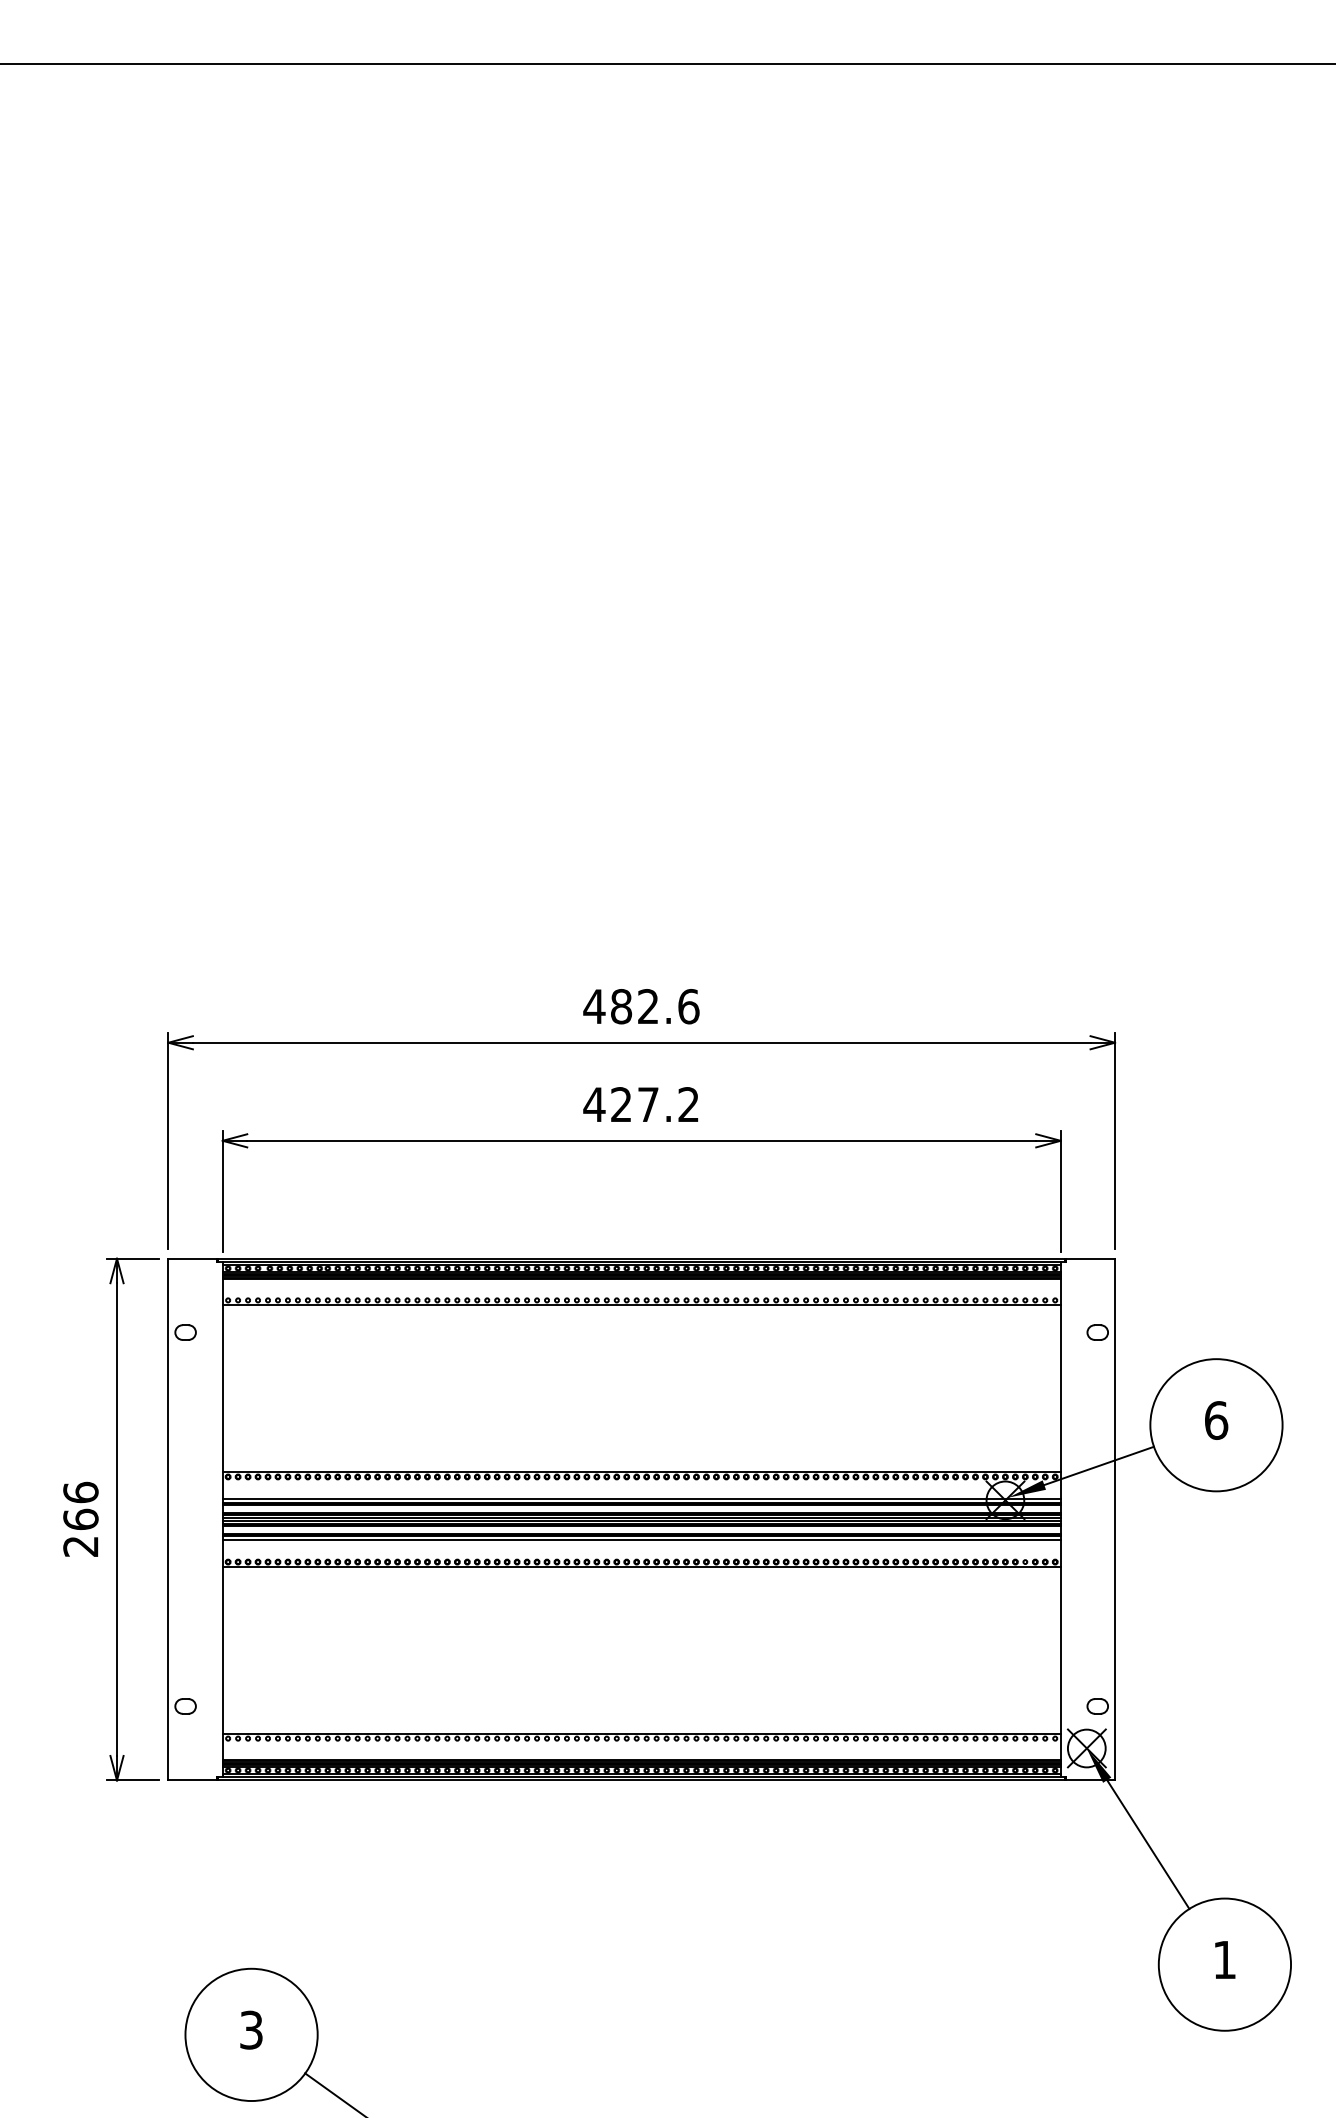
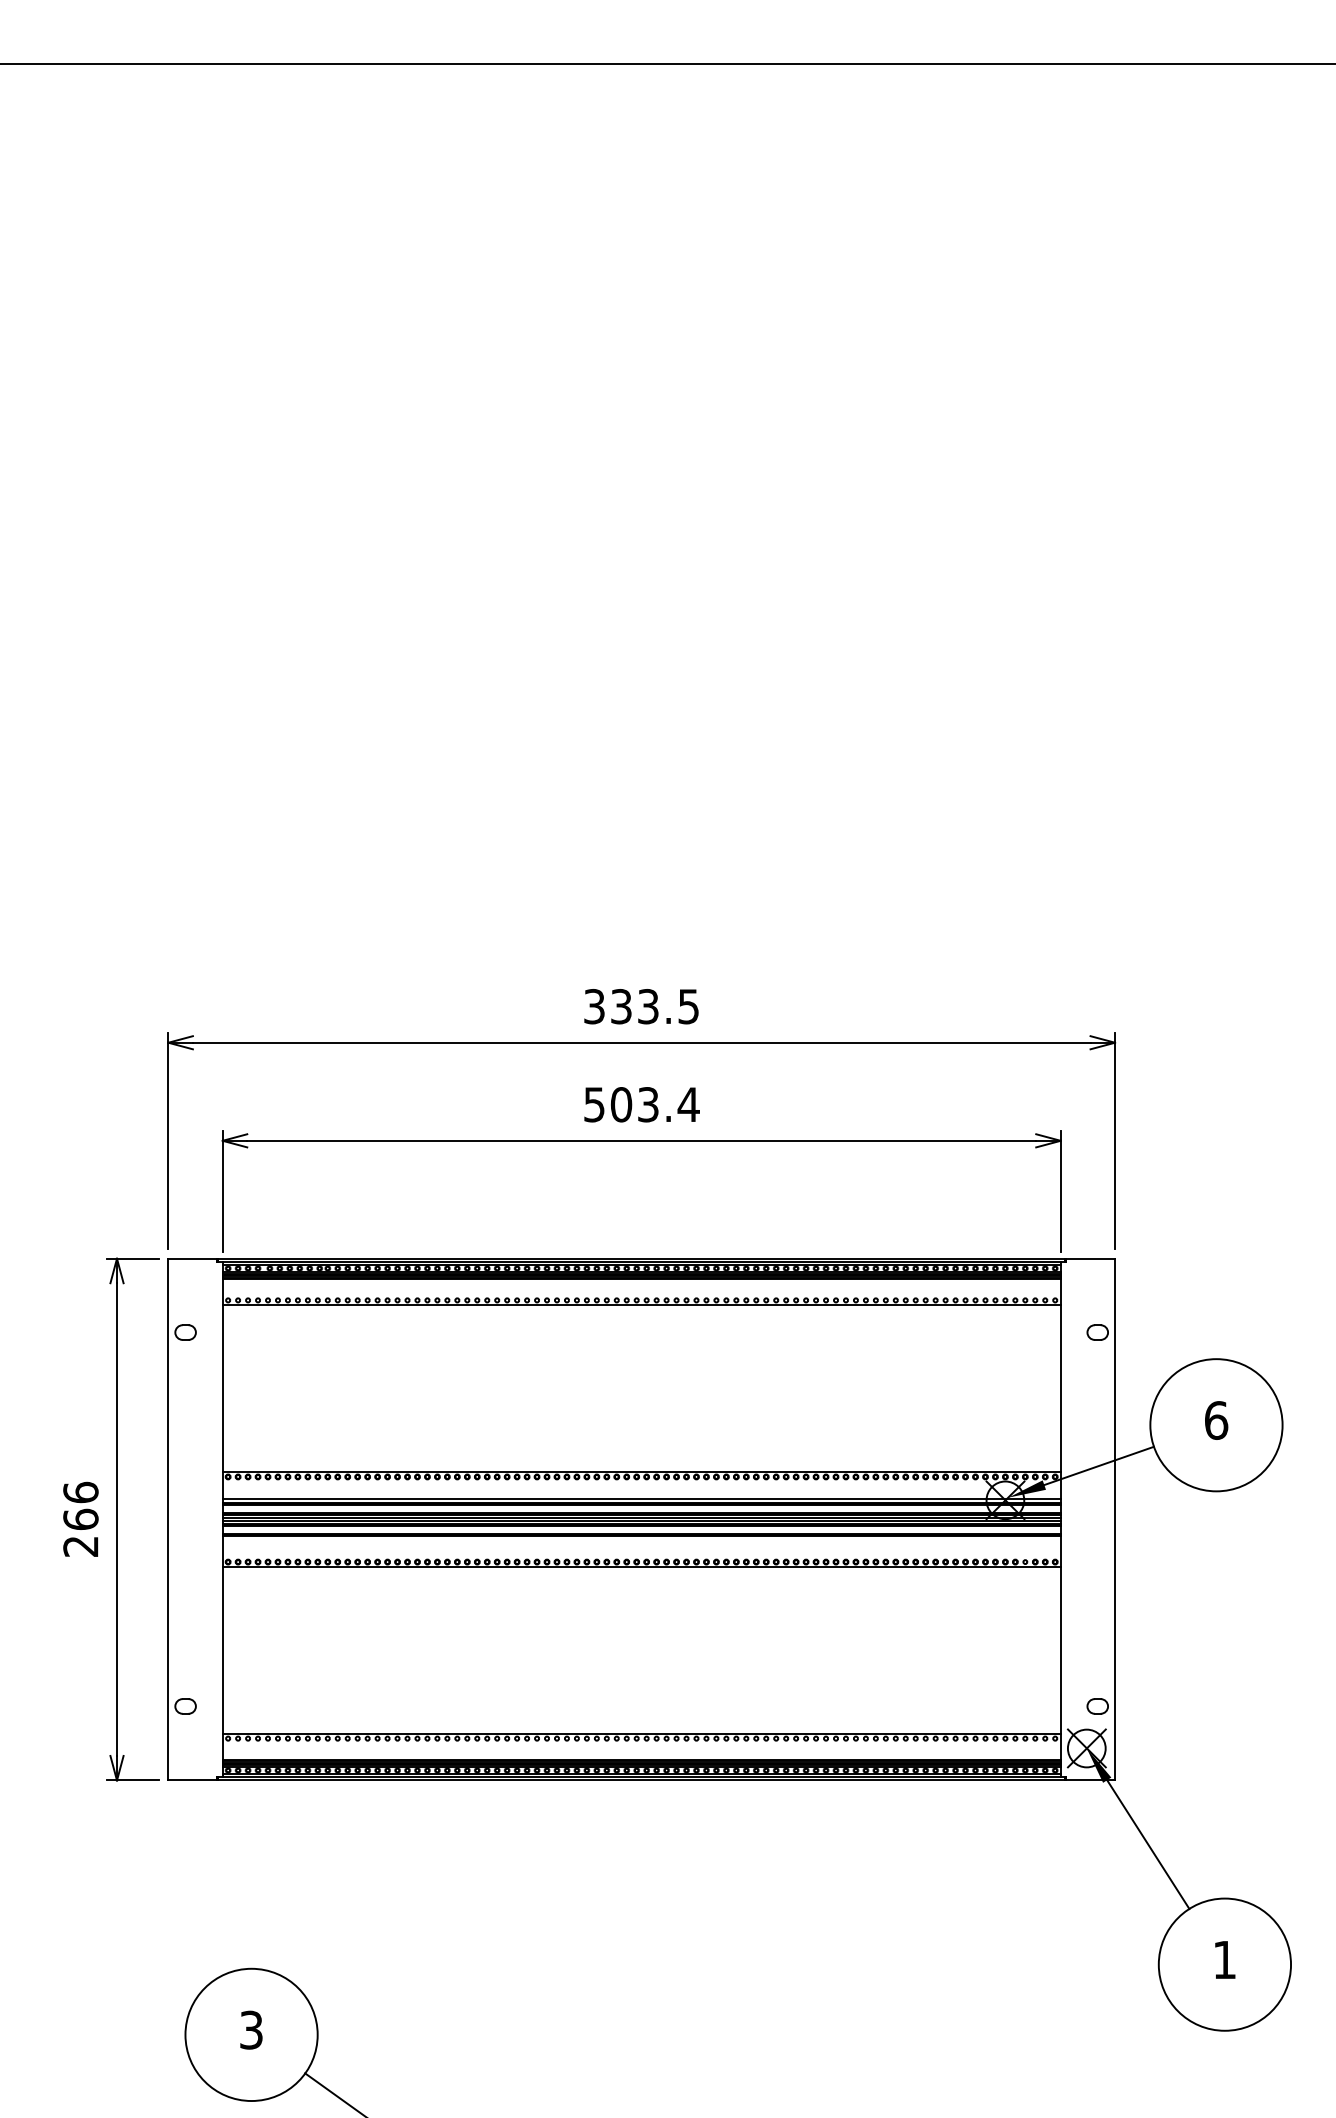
text at (641, 1006): 482.6 -> 333.5
text at (641, 1104): 427.2 -> 503.4
line at (641, 1540): present -> none
